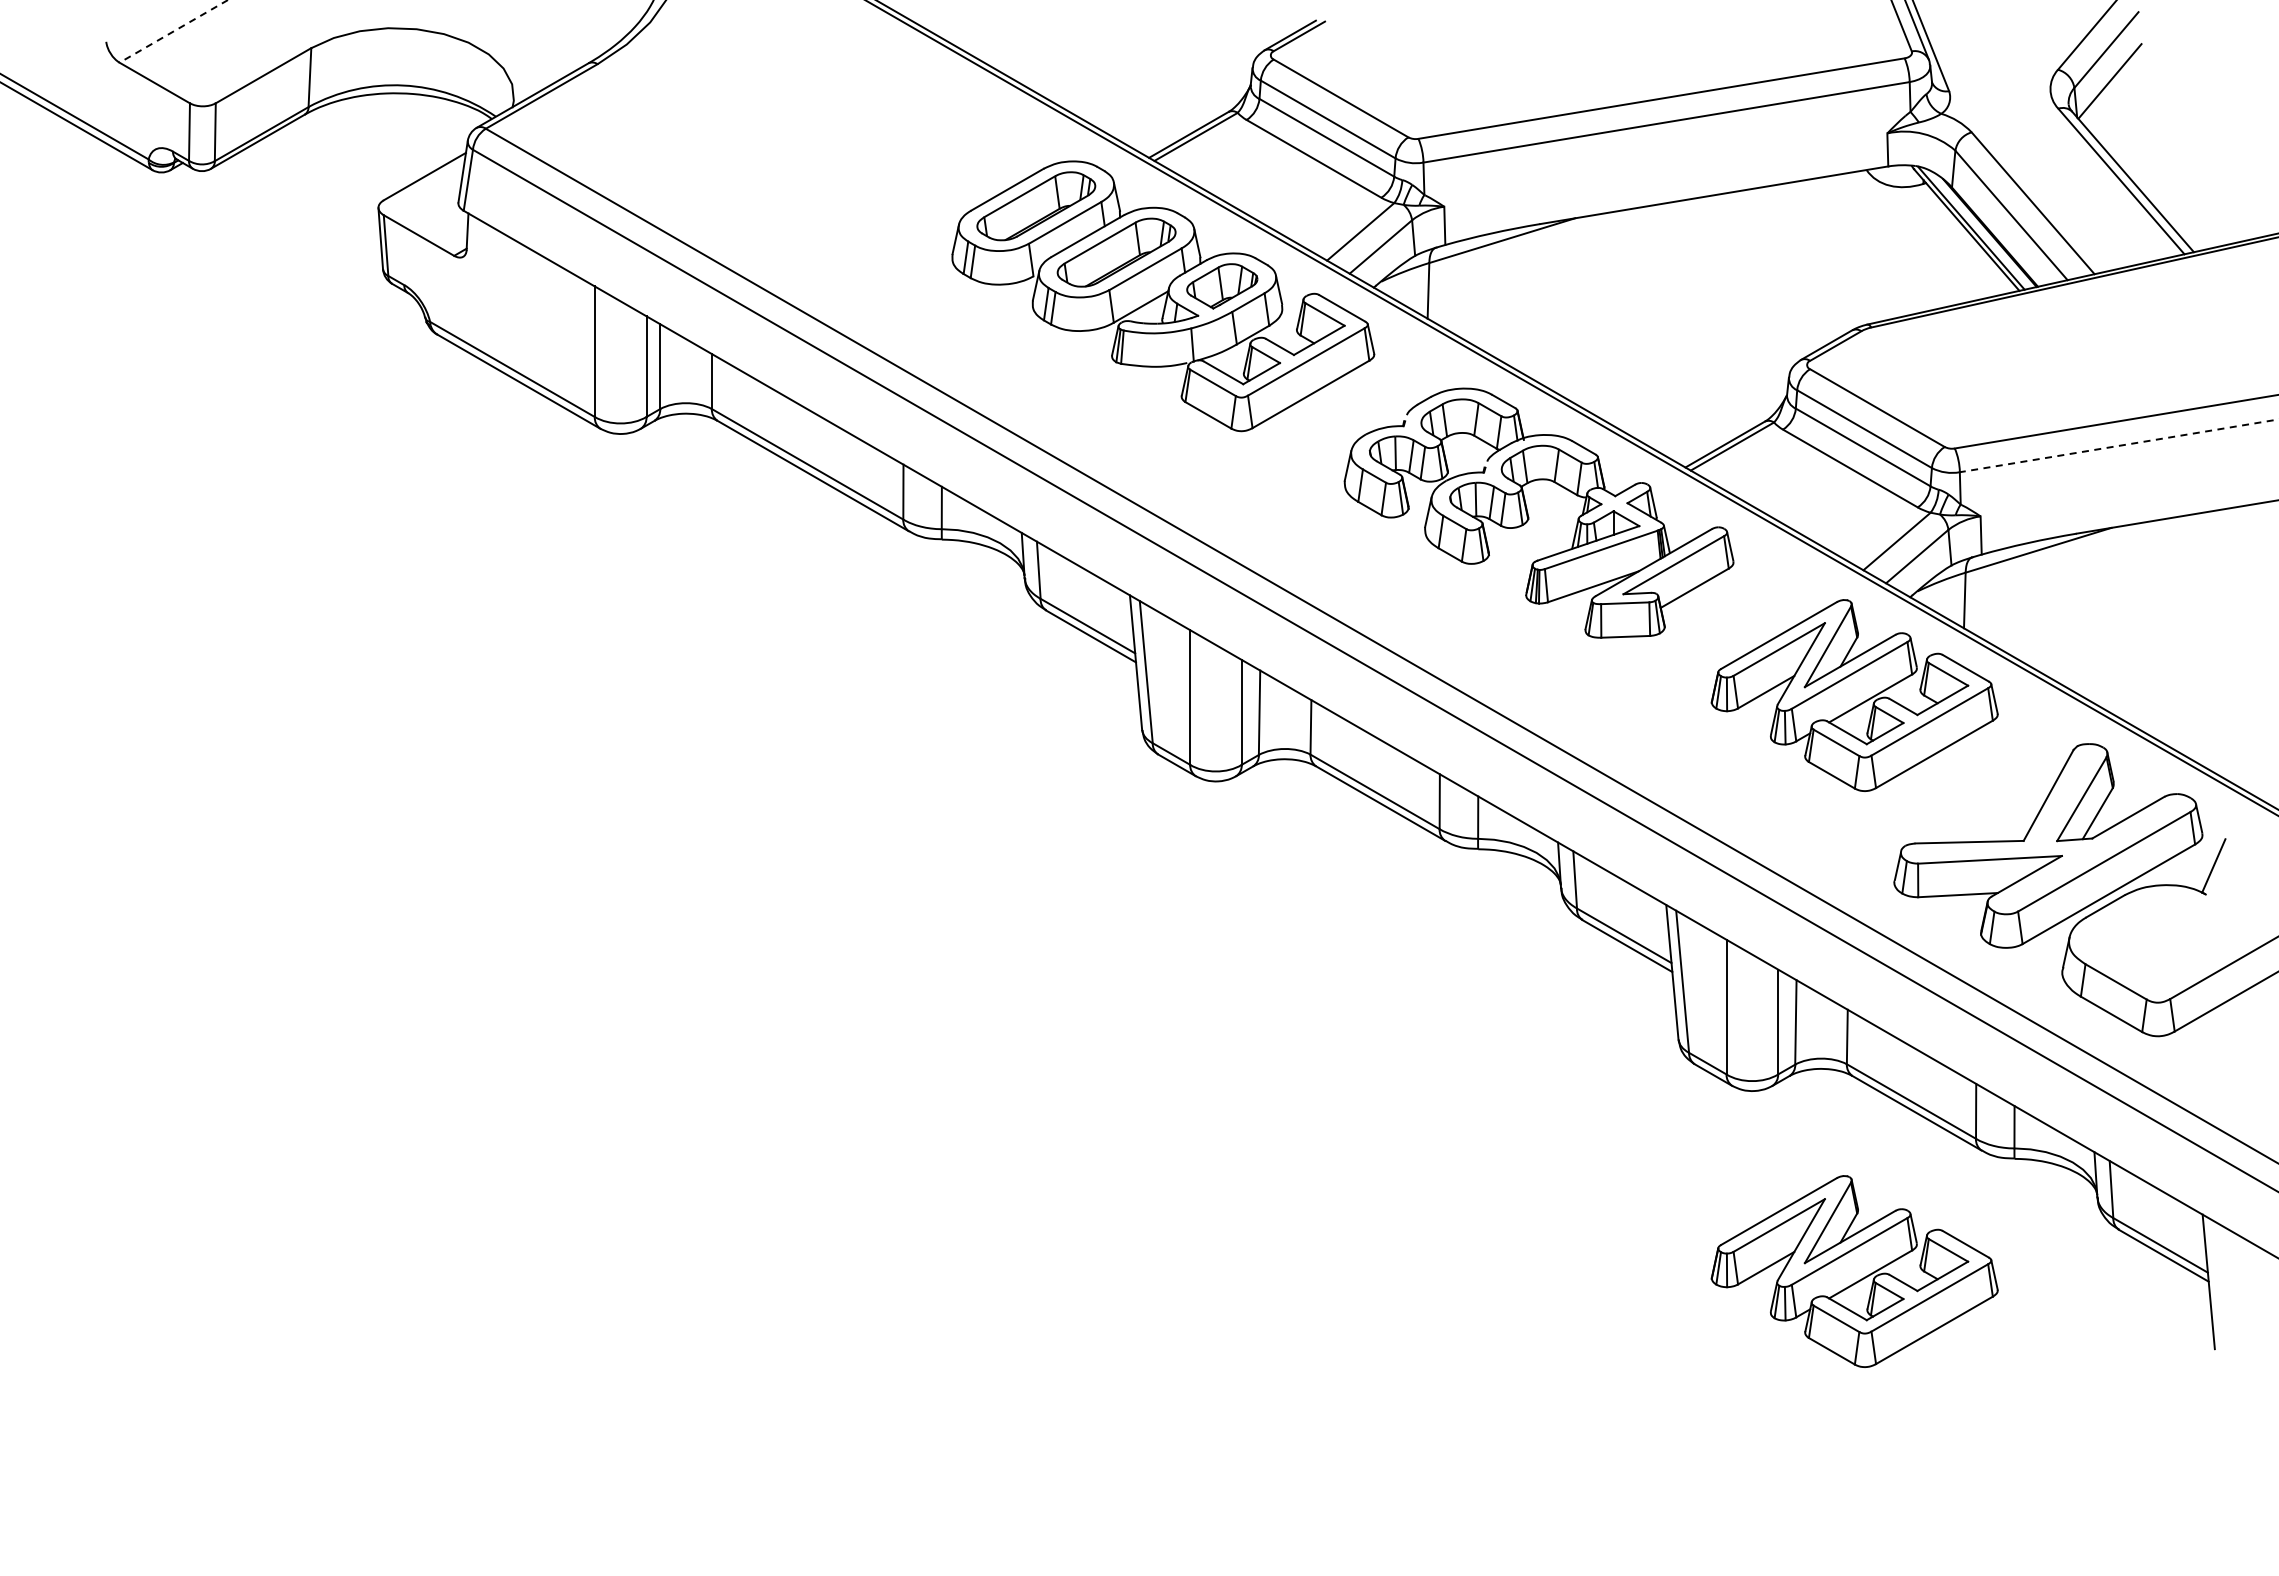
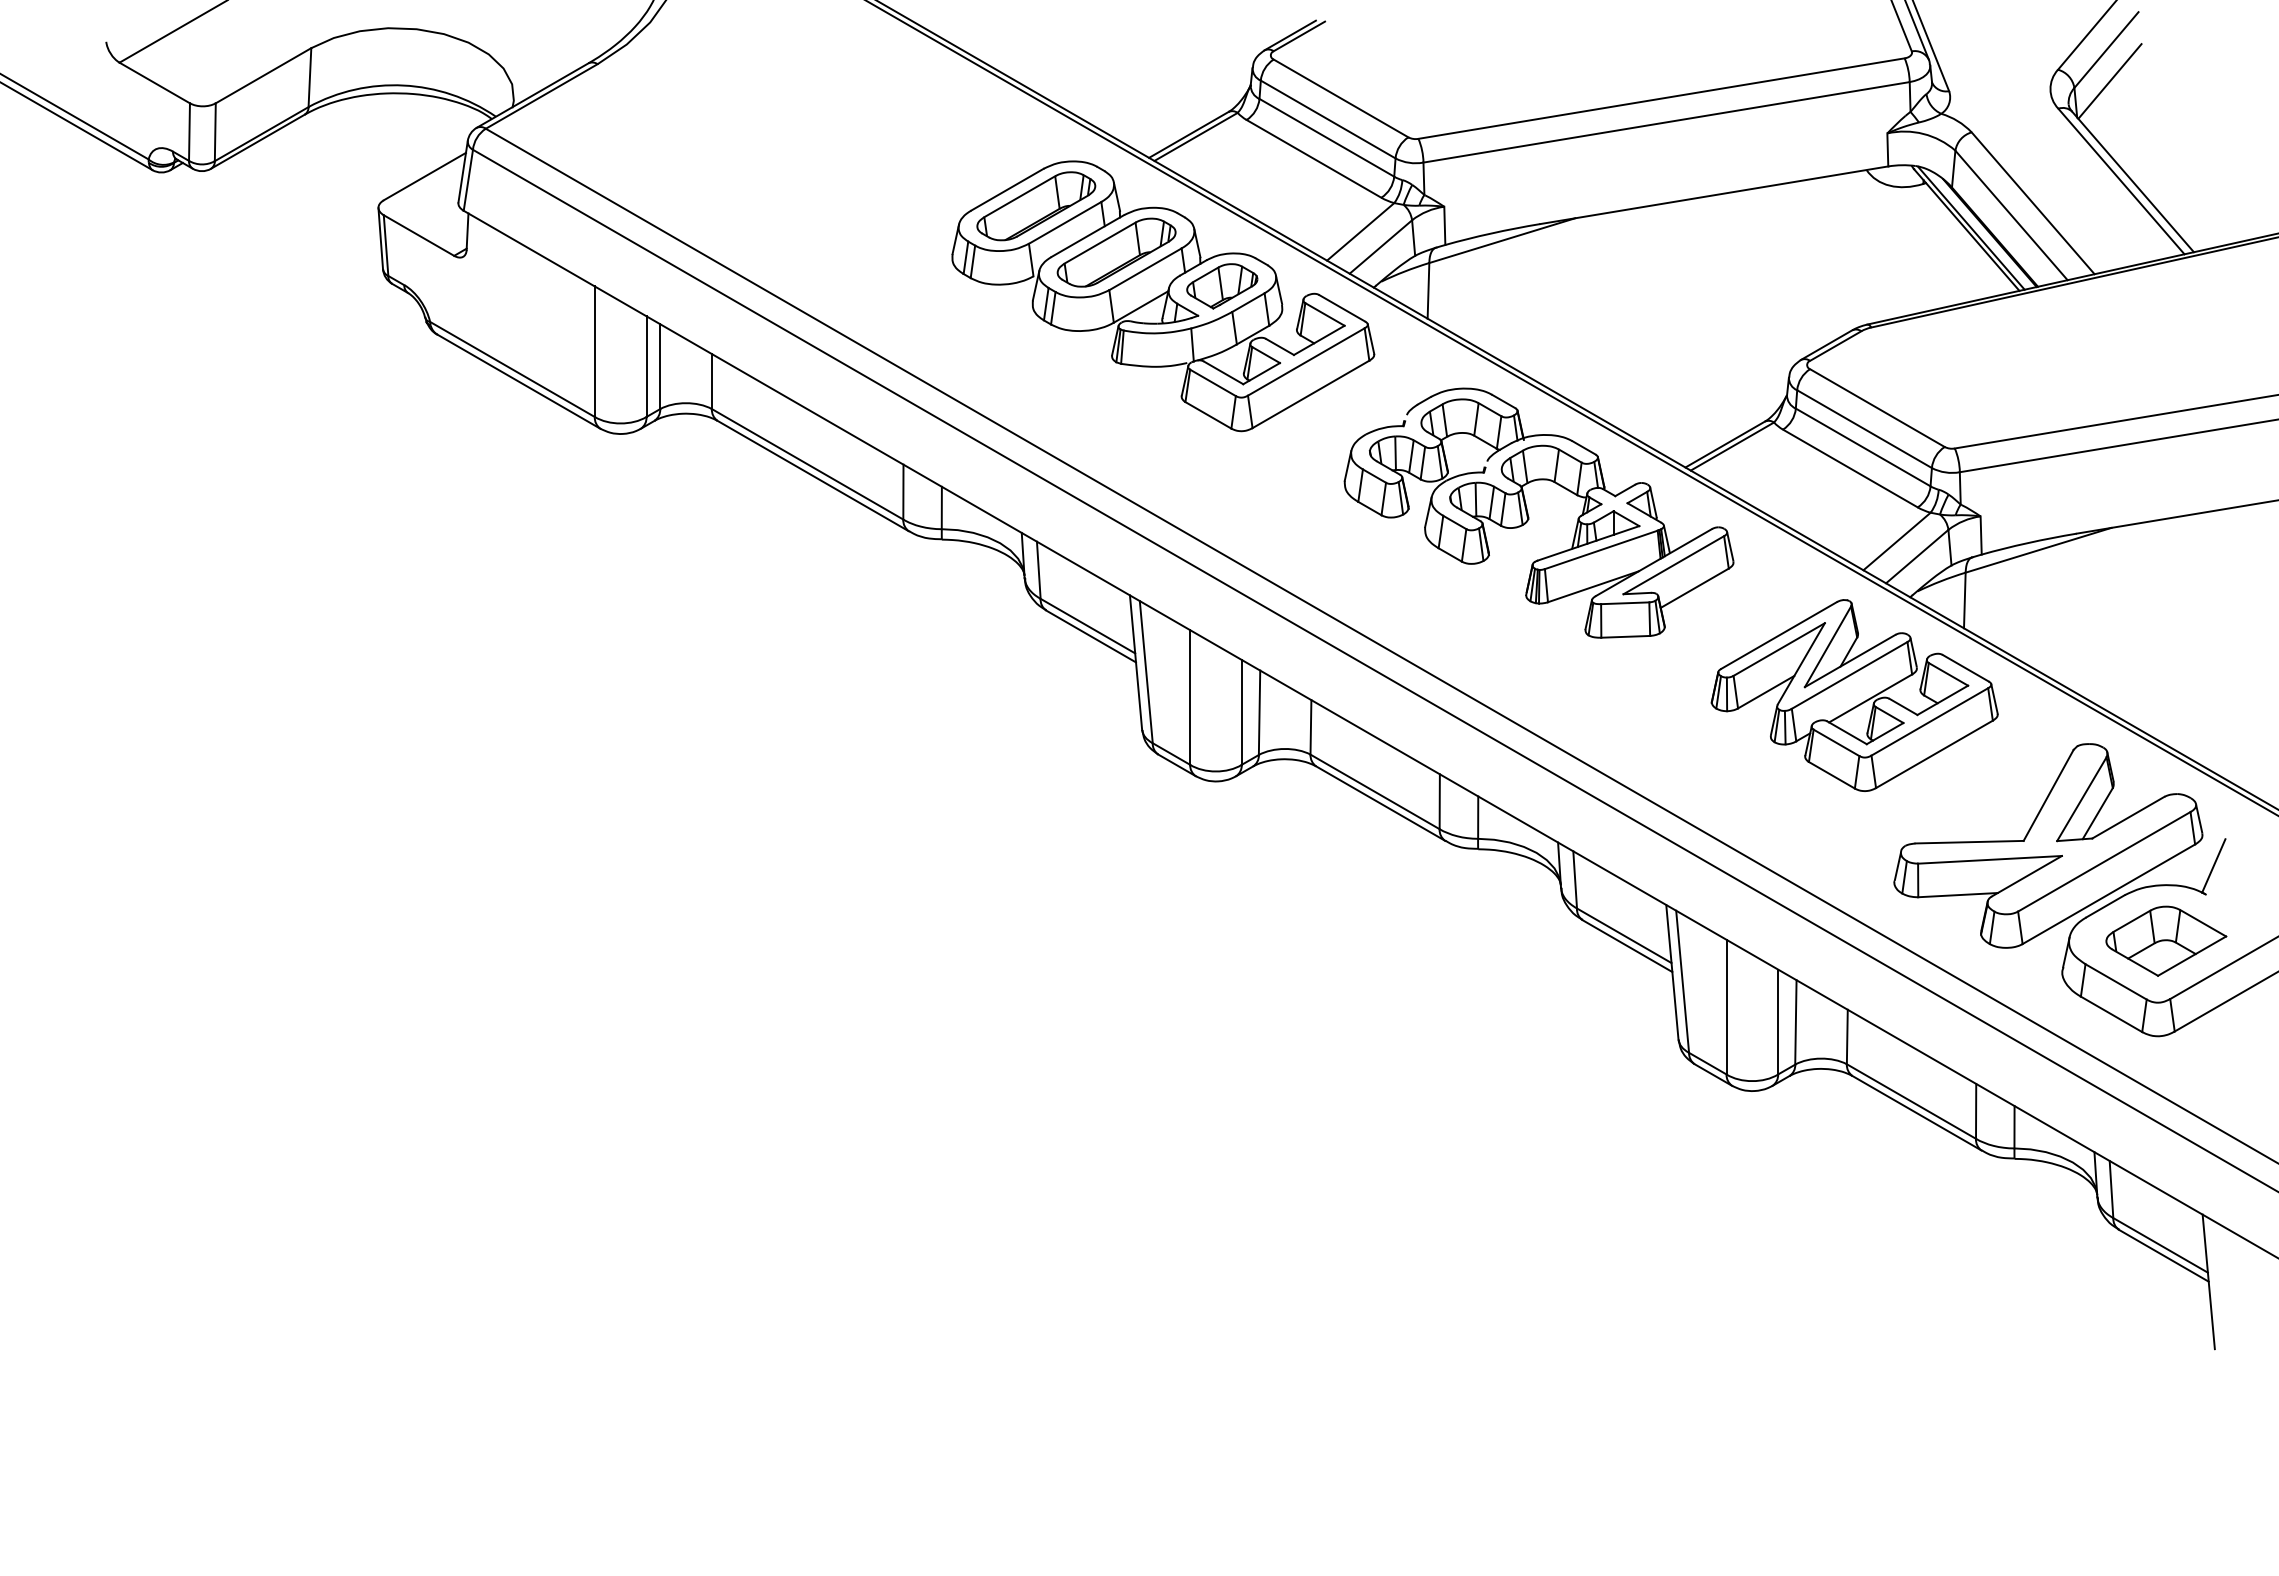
line at (173, 31): dashed -> solid
line at (2118, 445): dashed -> solid
part at (2166, 940): none -> present
part at (1854, 1271): present -> none
